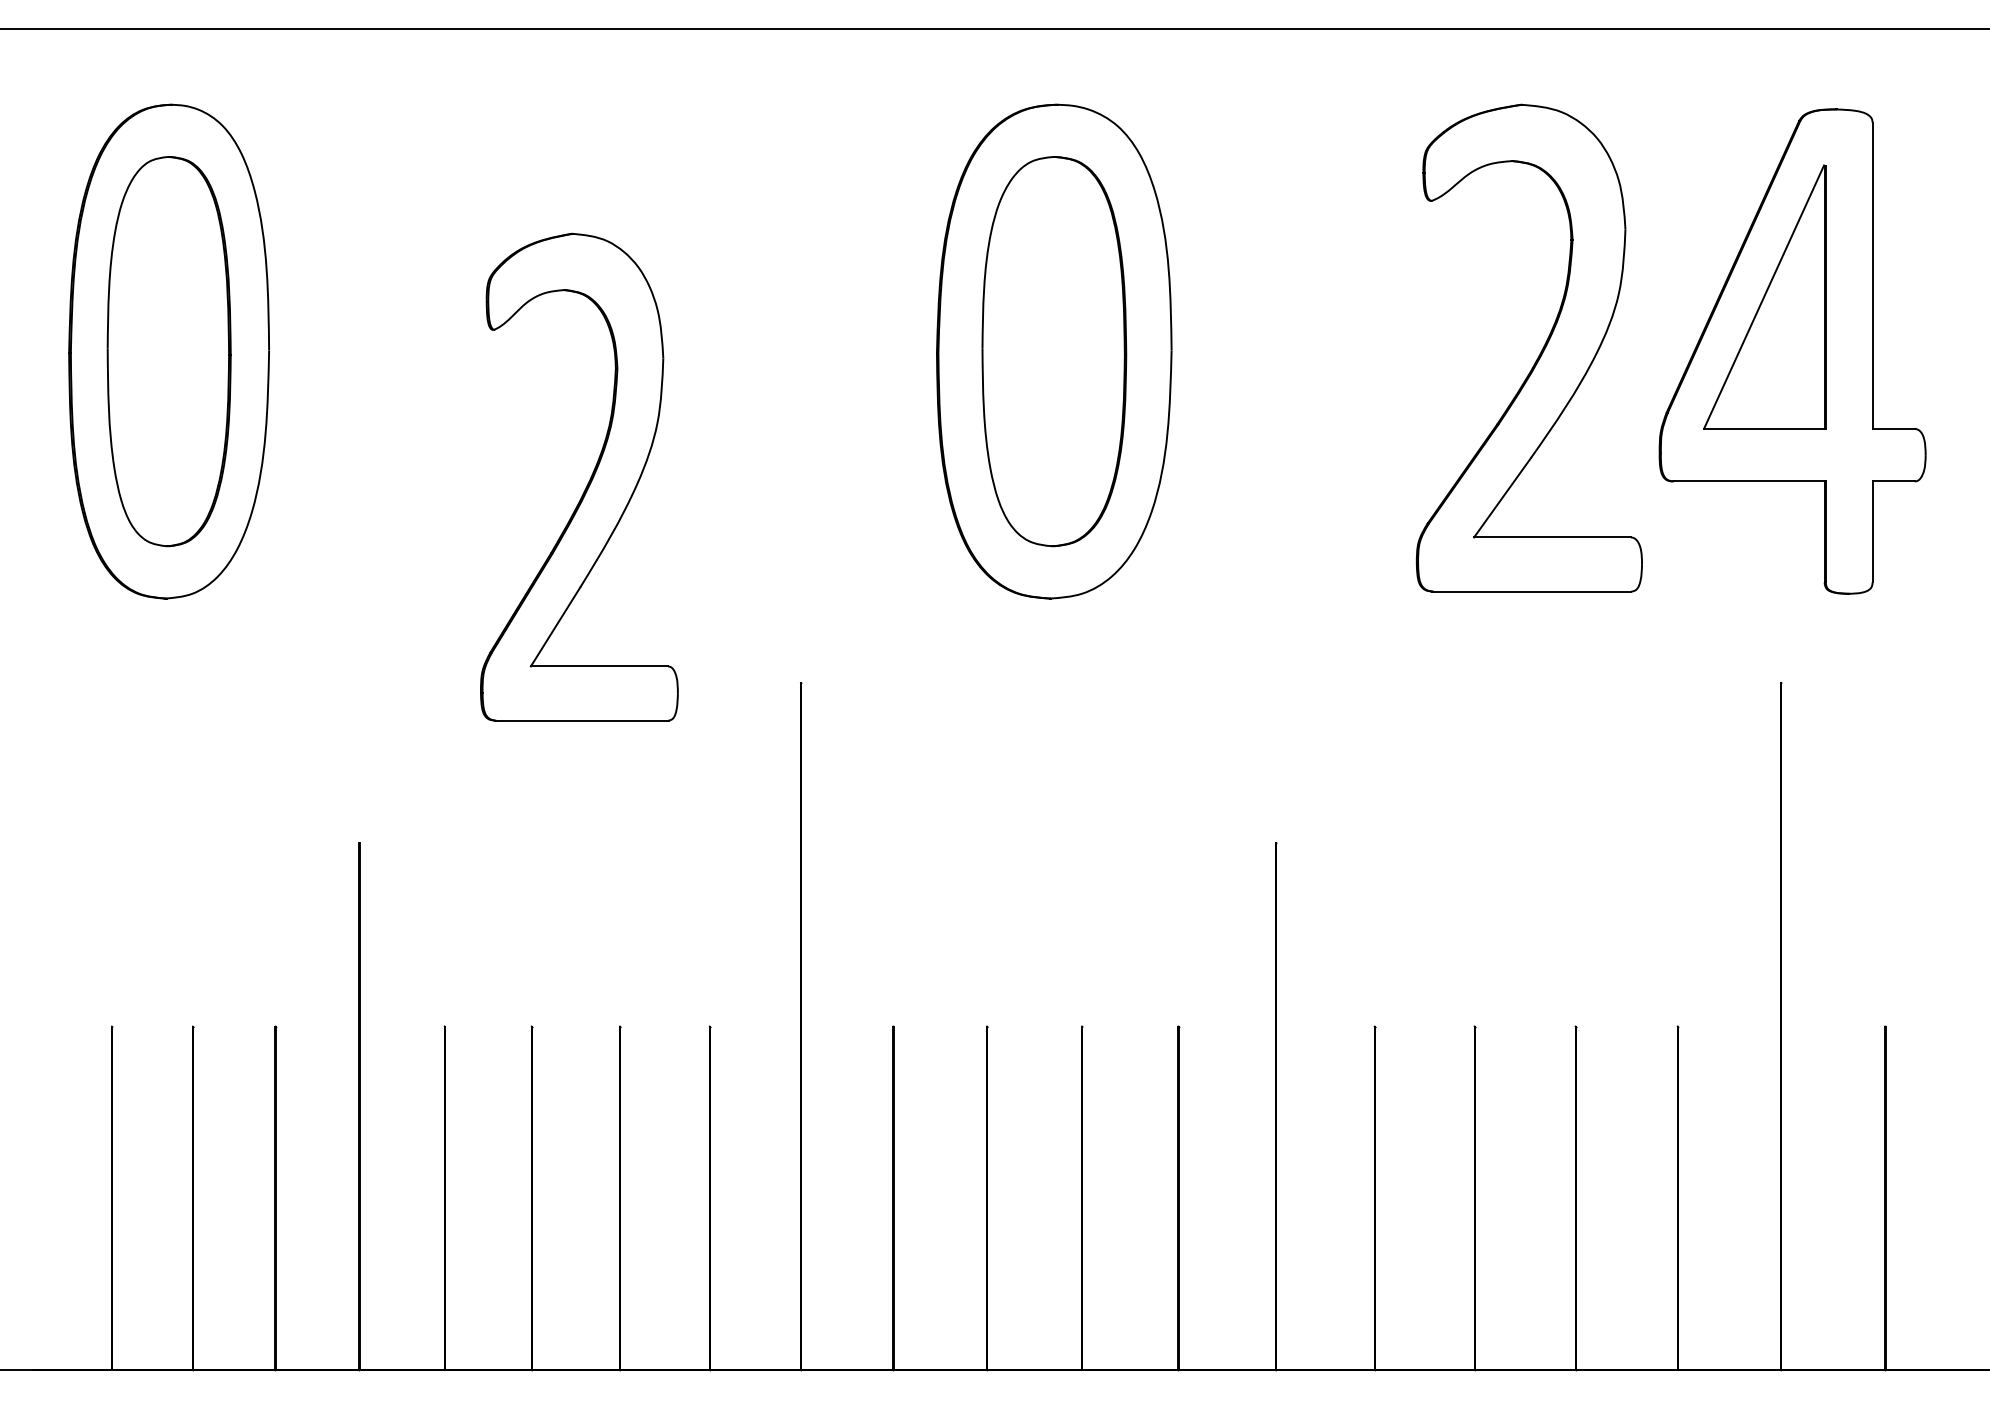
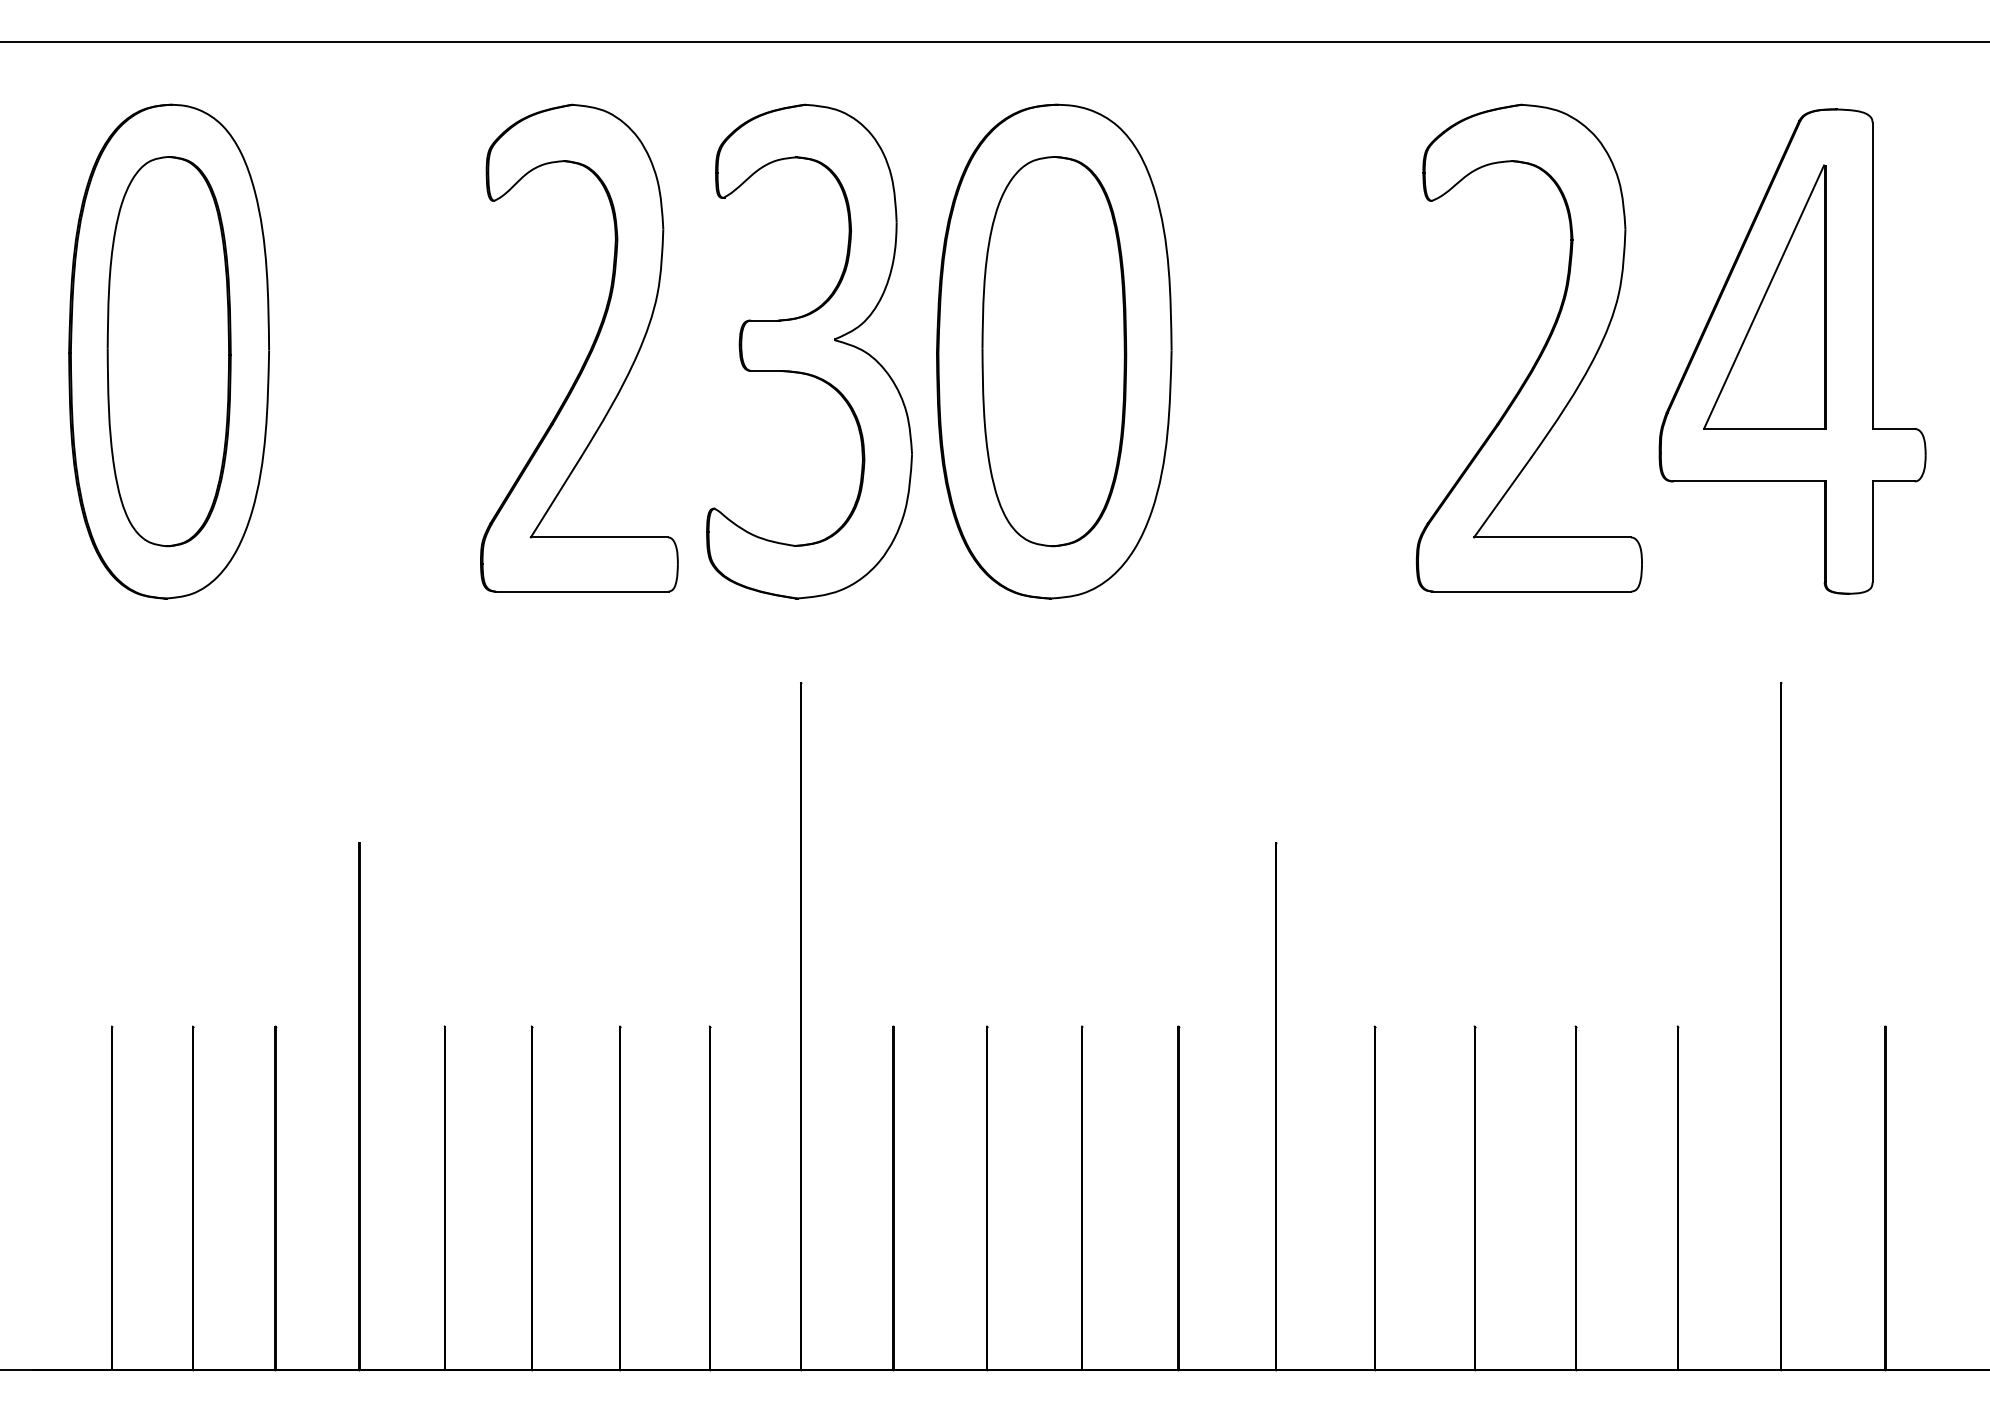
line at (994, 29) position: (994, 29) -> (994, 42)
part at (809, 351): none -> present
part at (588, 481) position: (588, 481) -> (588, 352)
